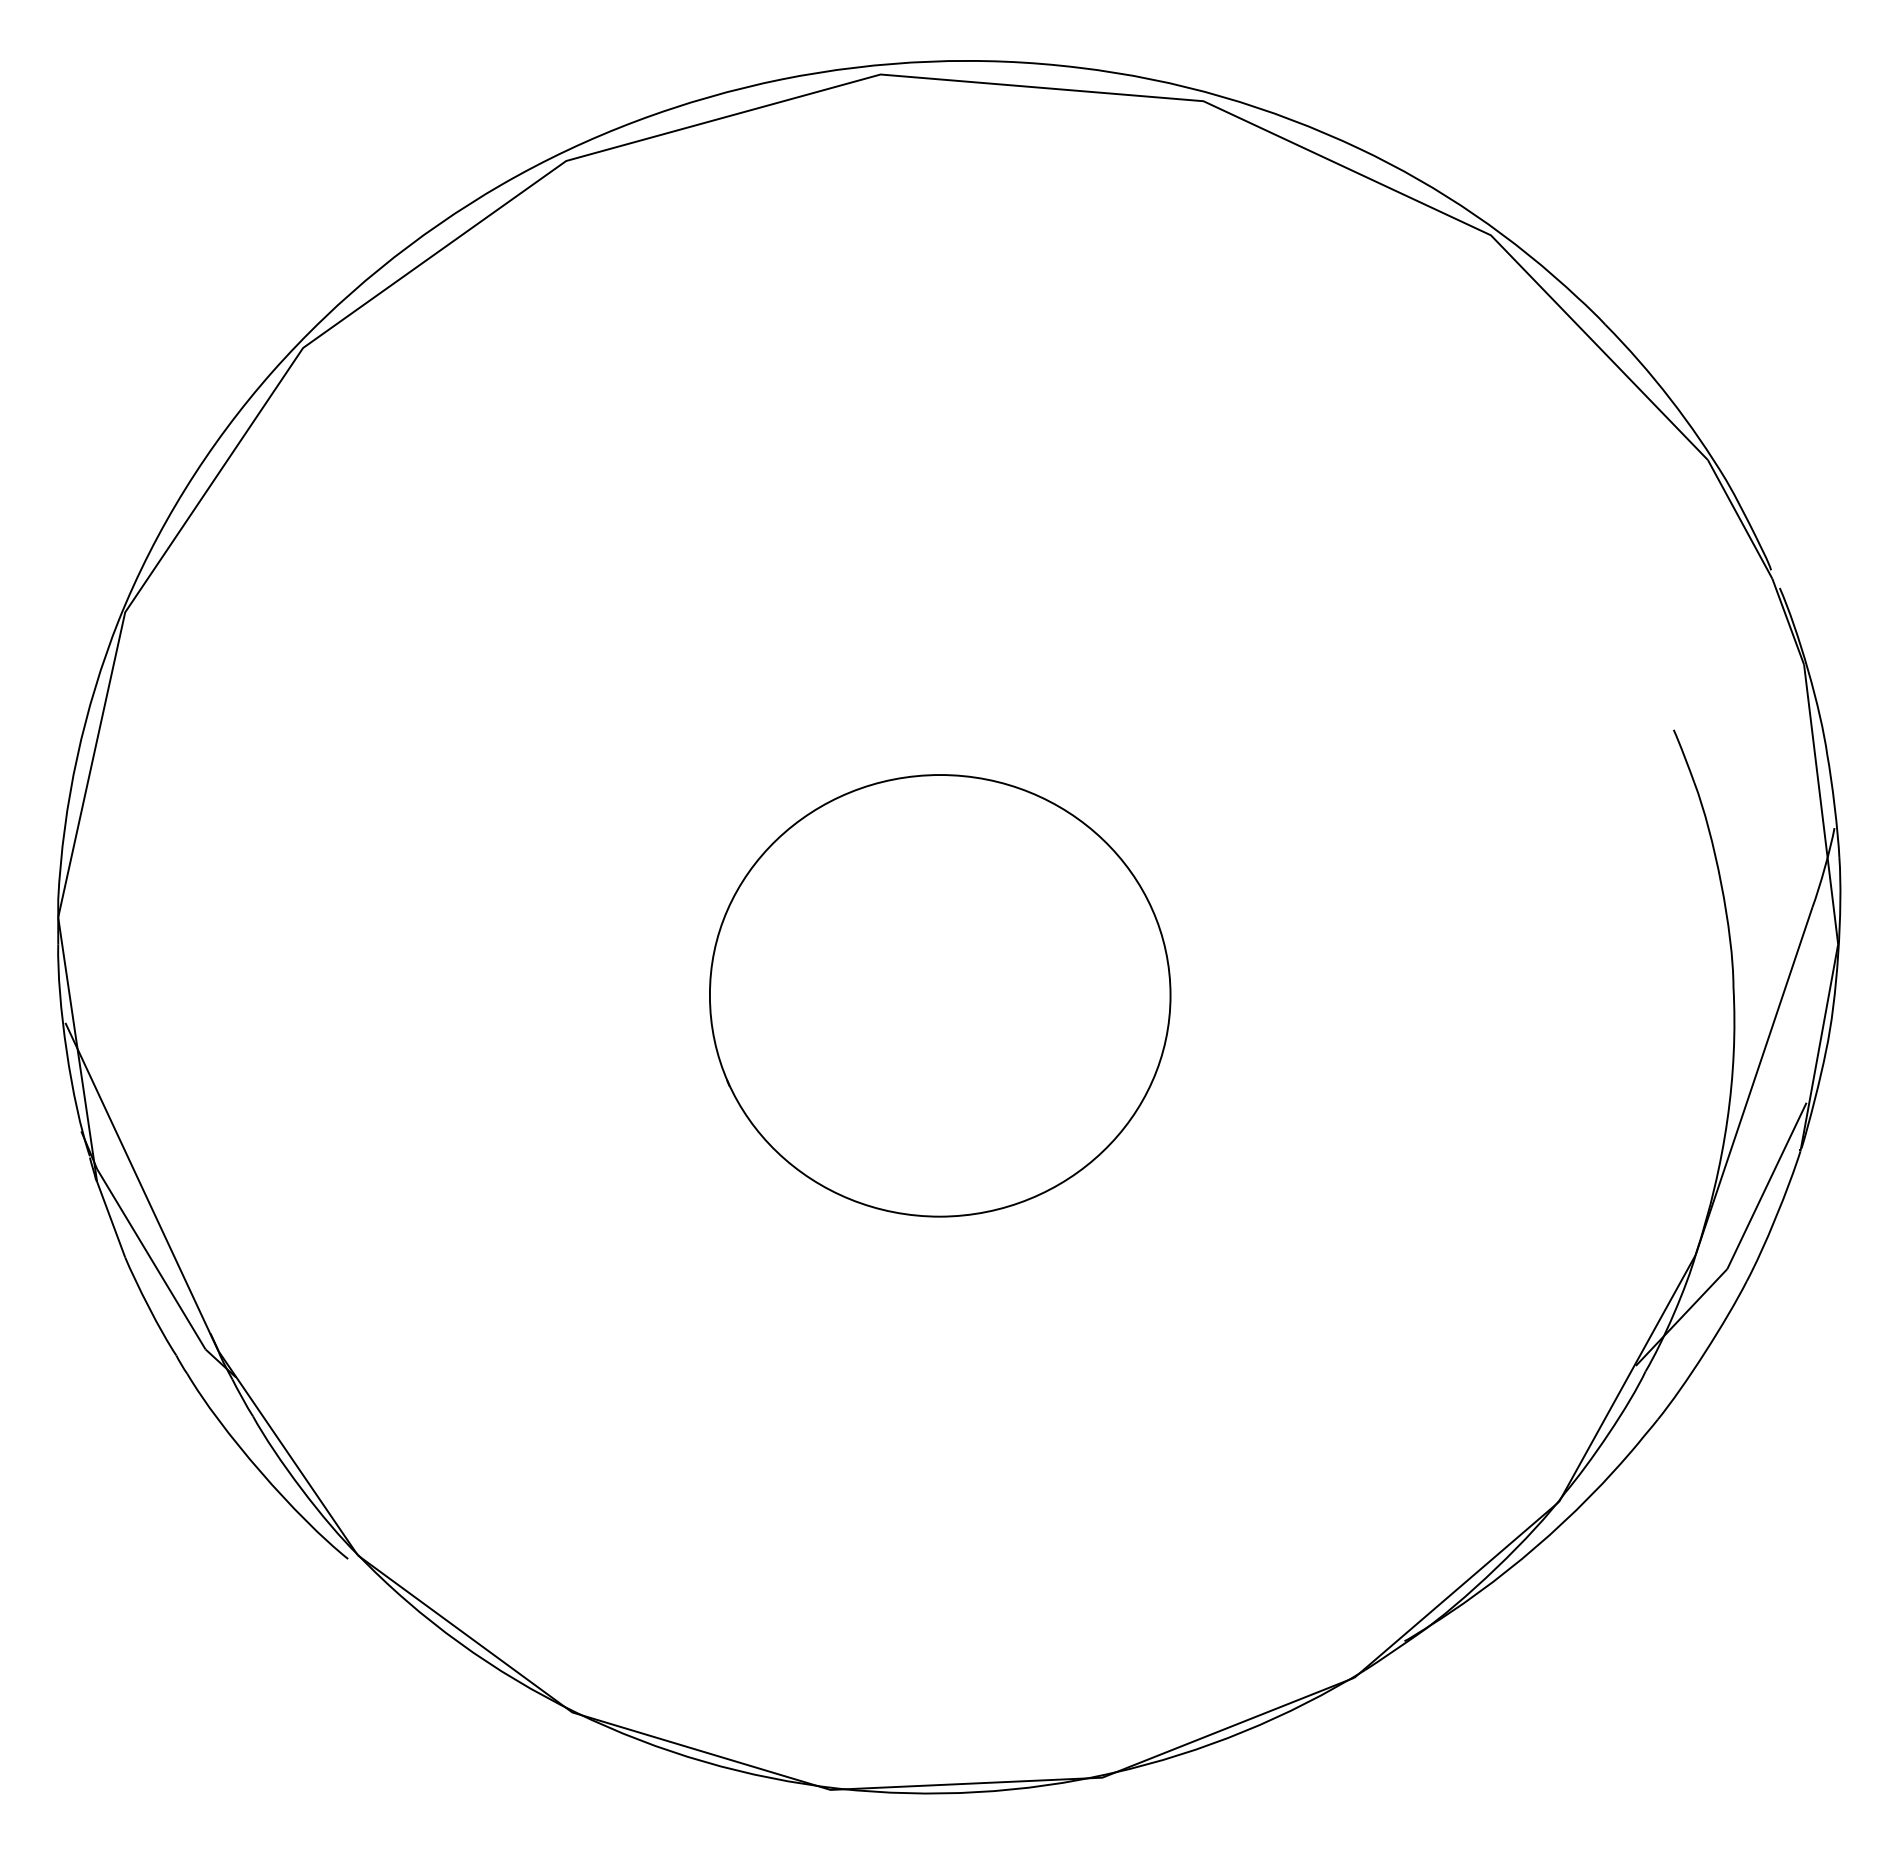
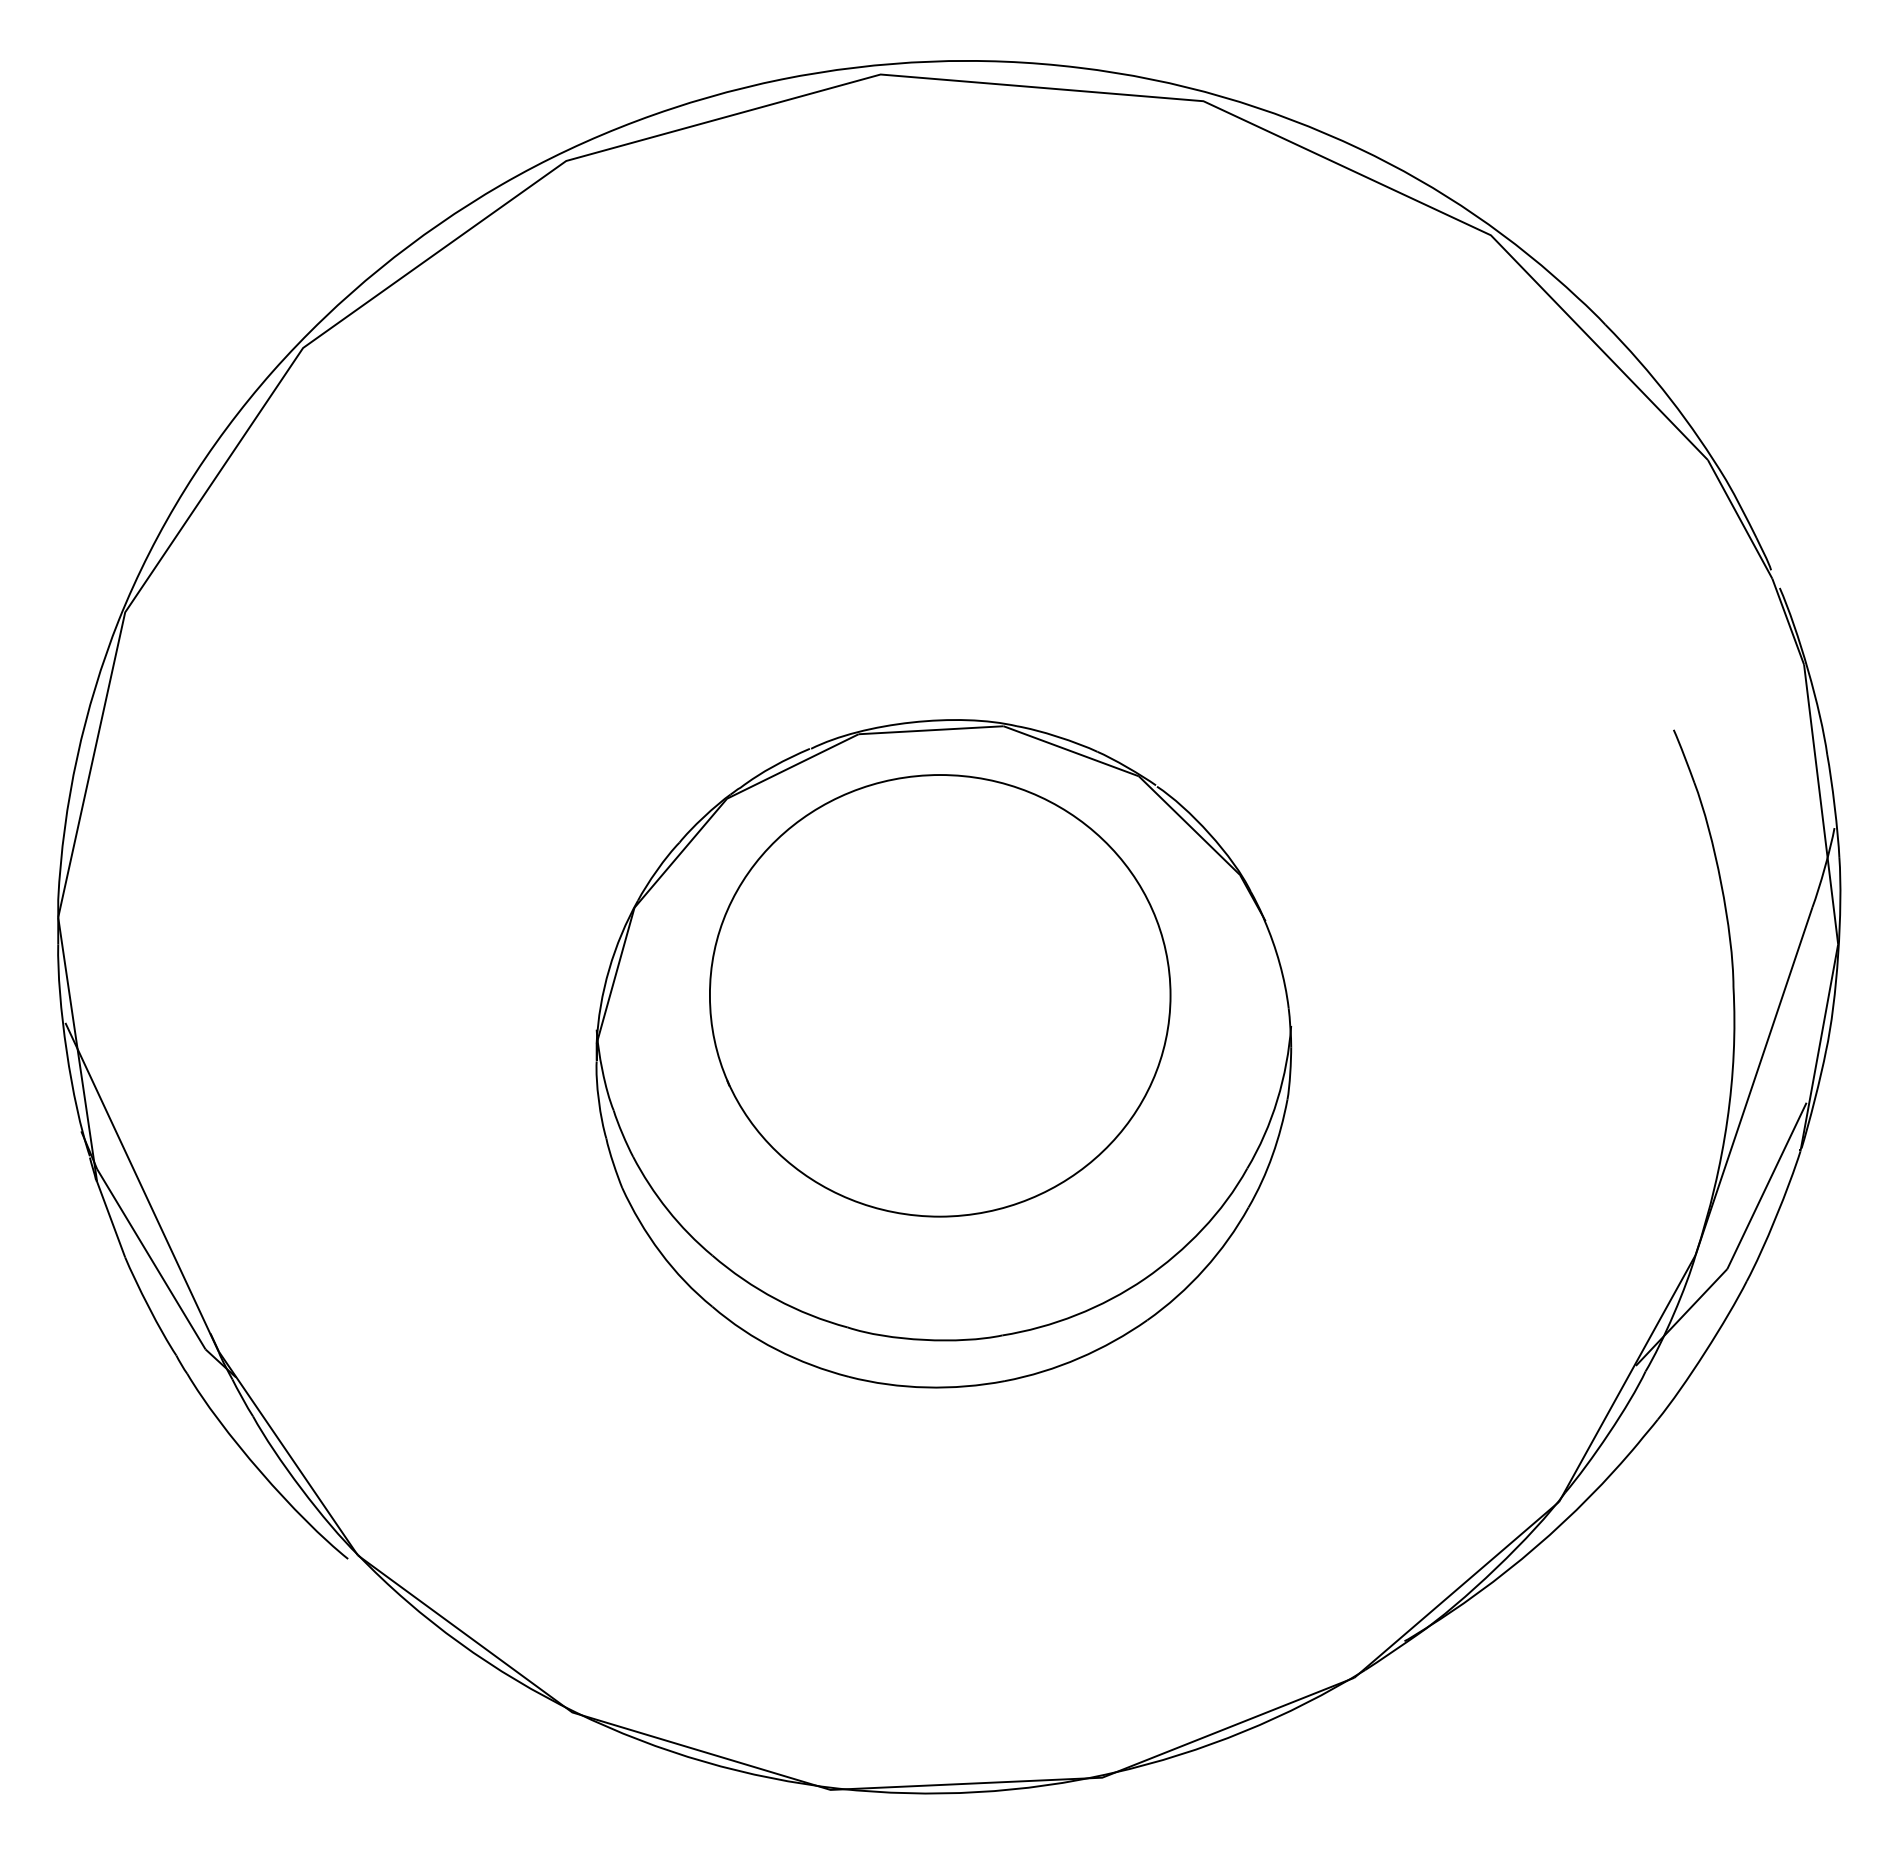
part at (943, 1053): none -> present
